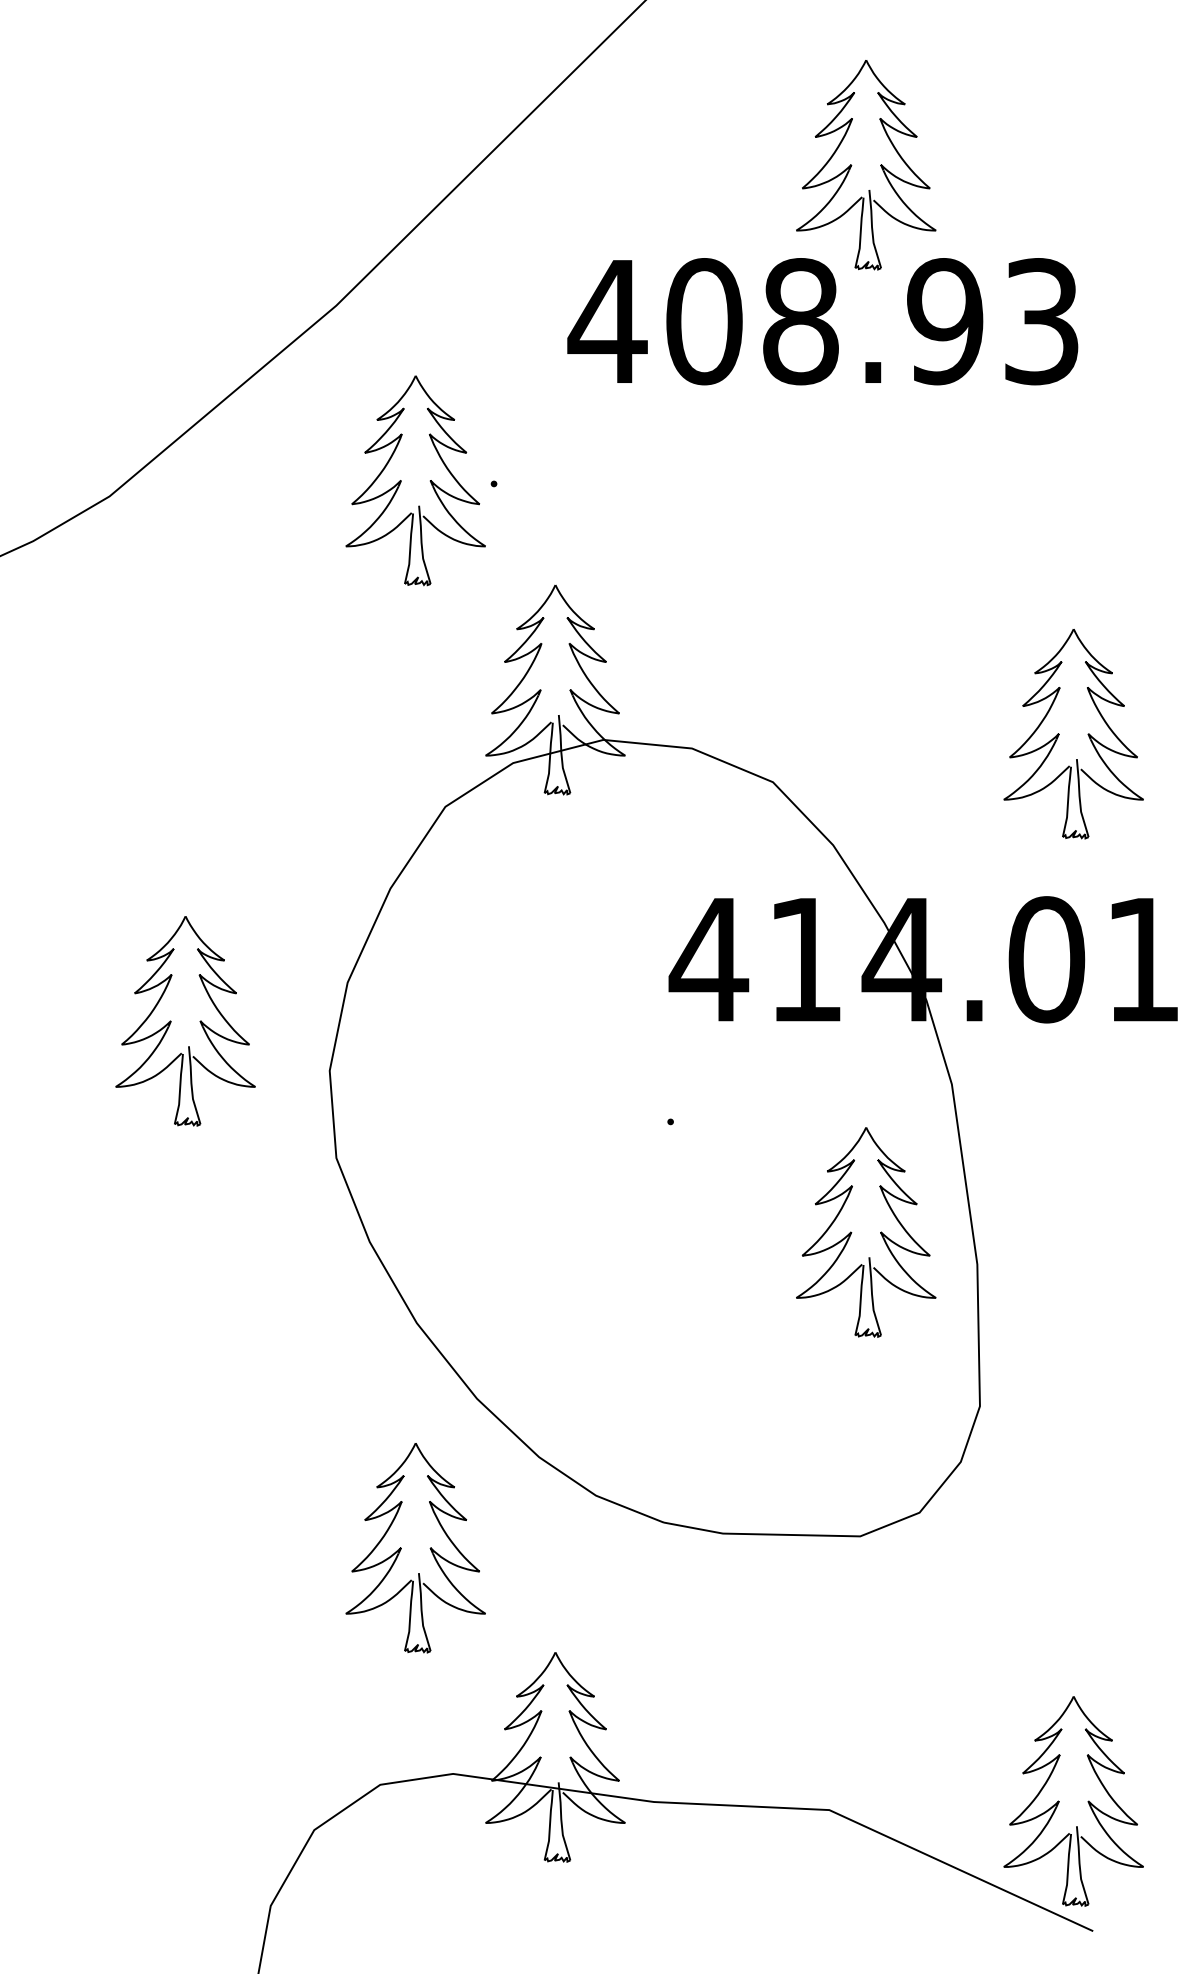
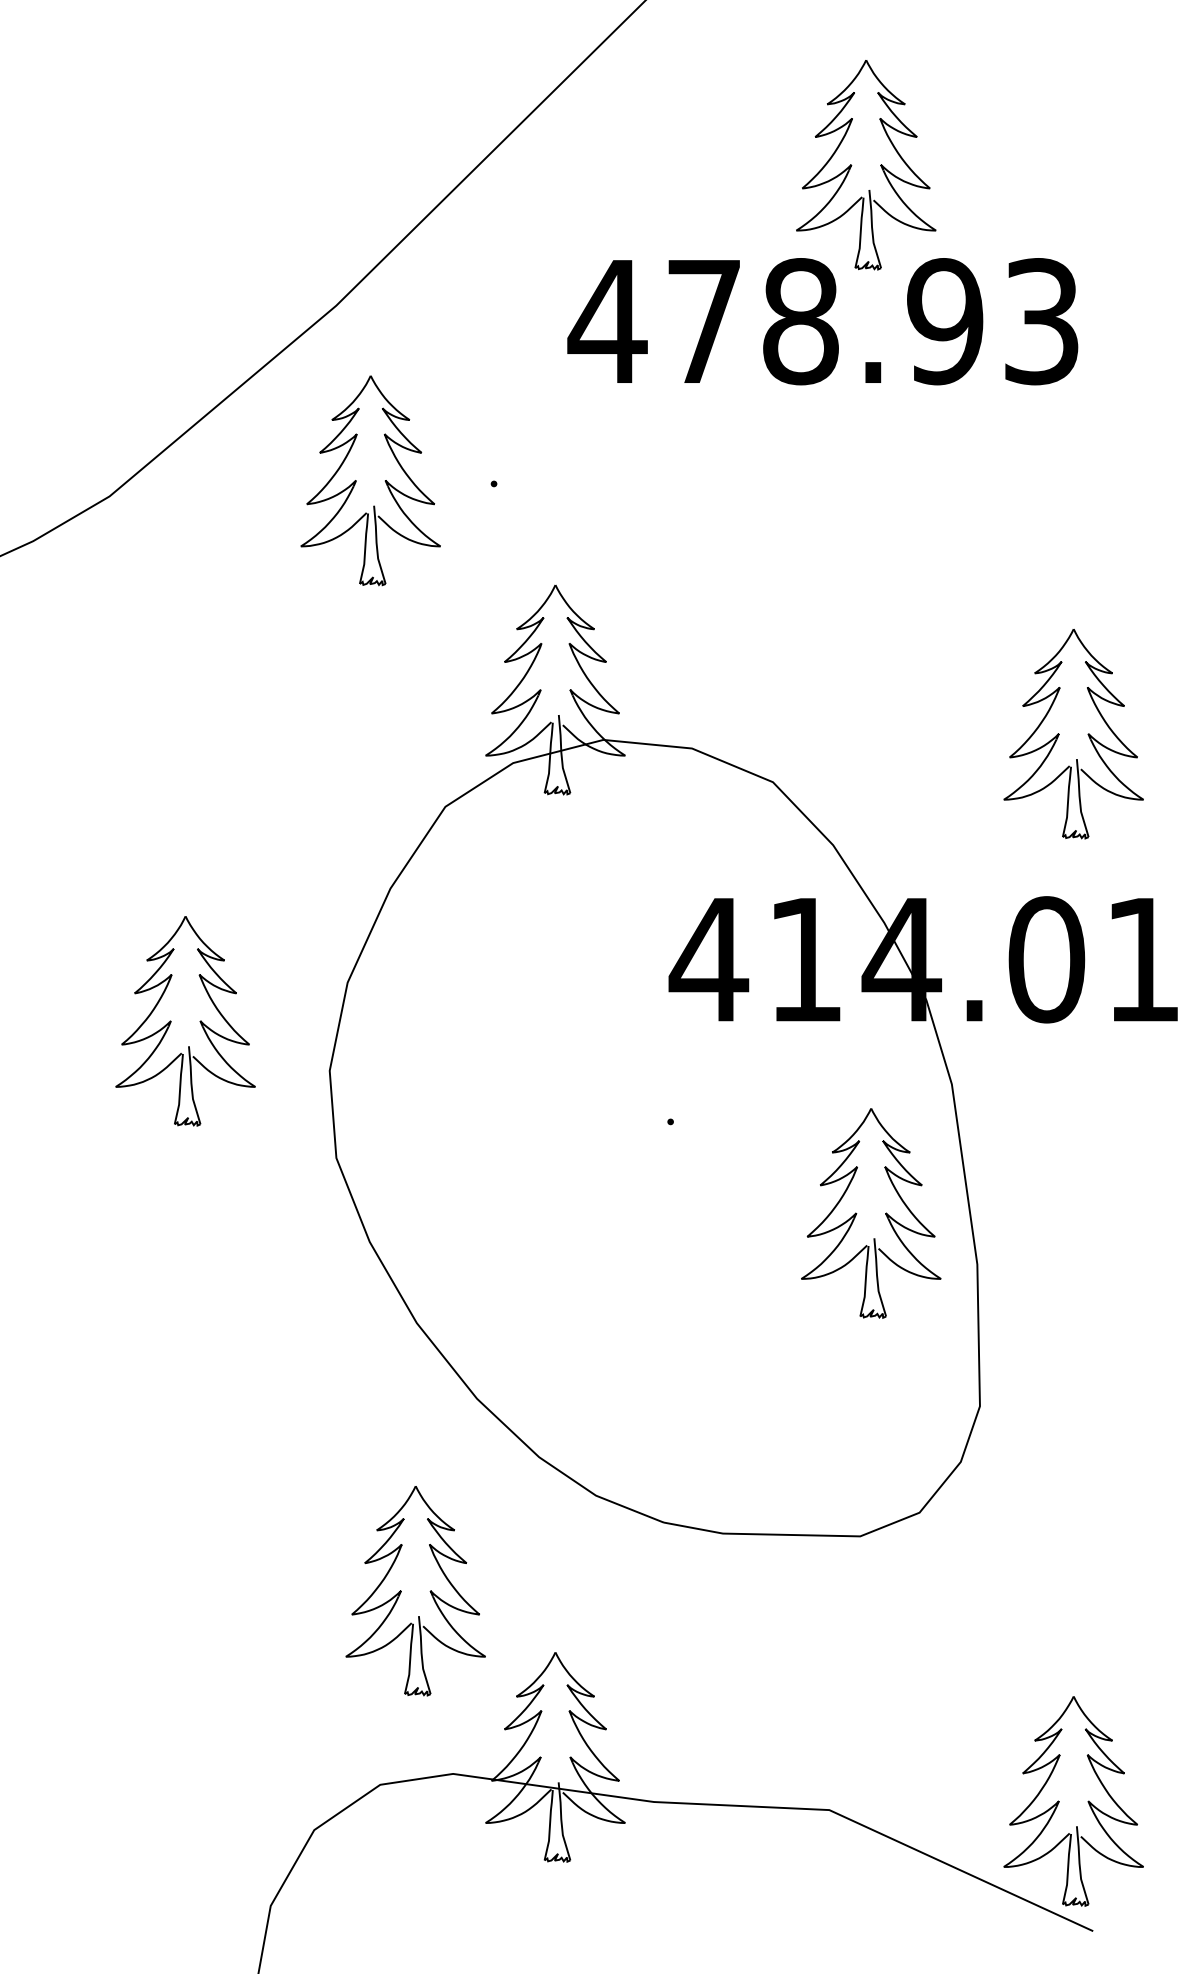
text at (704, 321): 408.93 -> 478.93
part at (401, 480) position: (401, 480) -> (356, 480)
part at (852, 1232) position: (852, 1232) -> (857, 1213)
part at (401, 1548) position: (401, 1548) -> (401, 1591)
